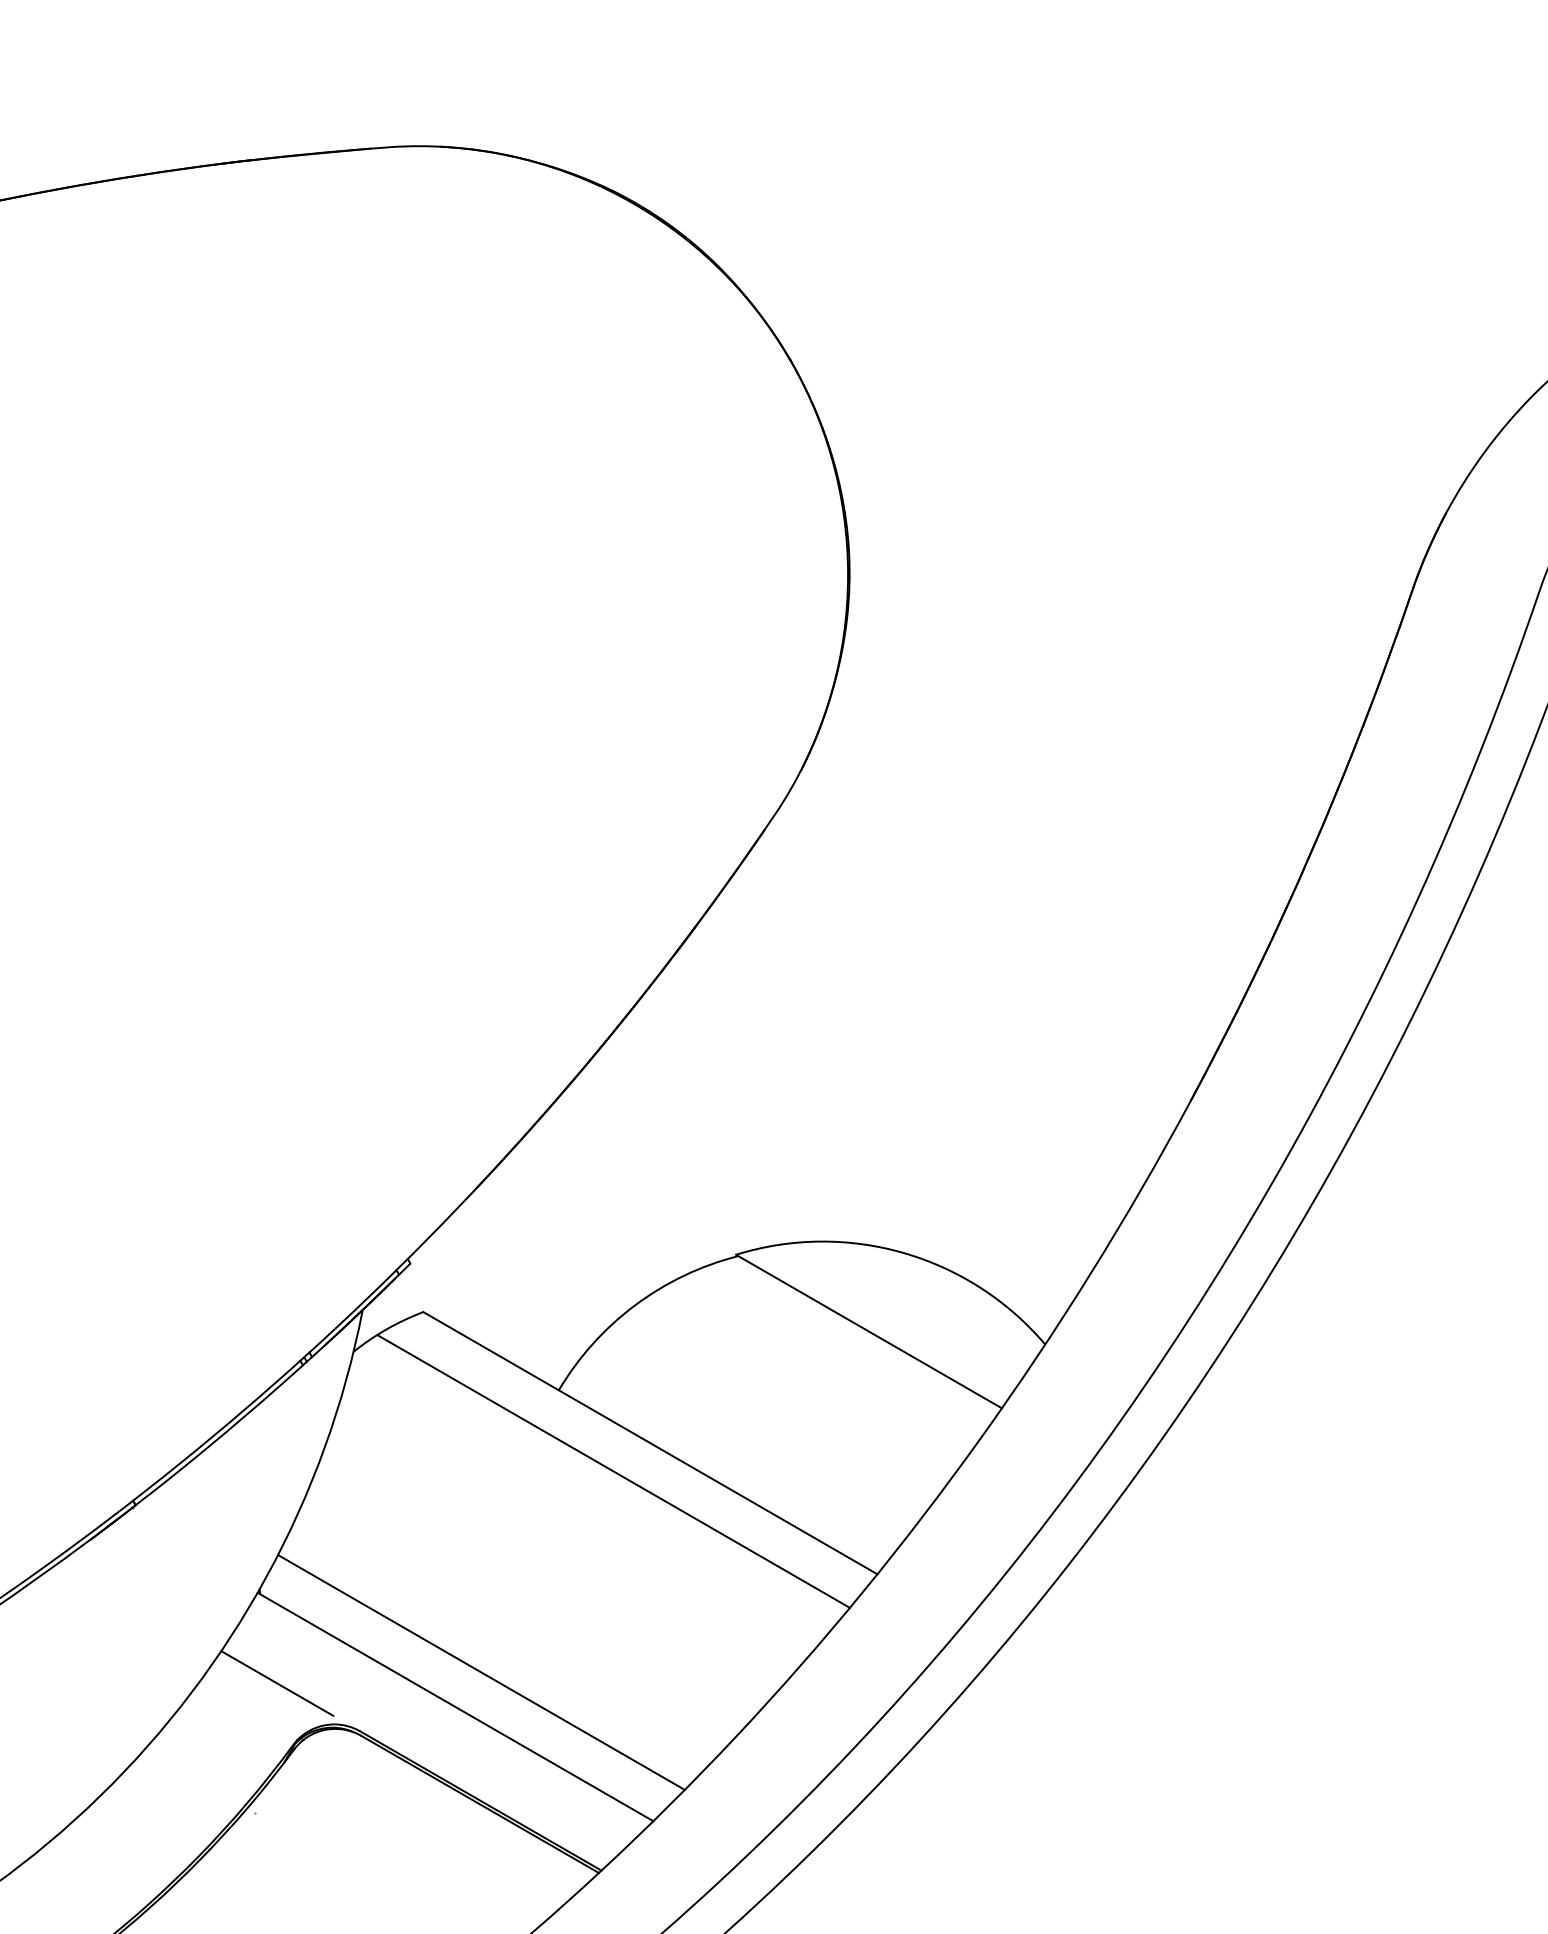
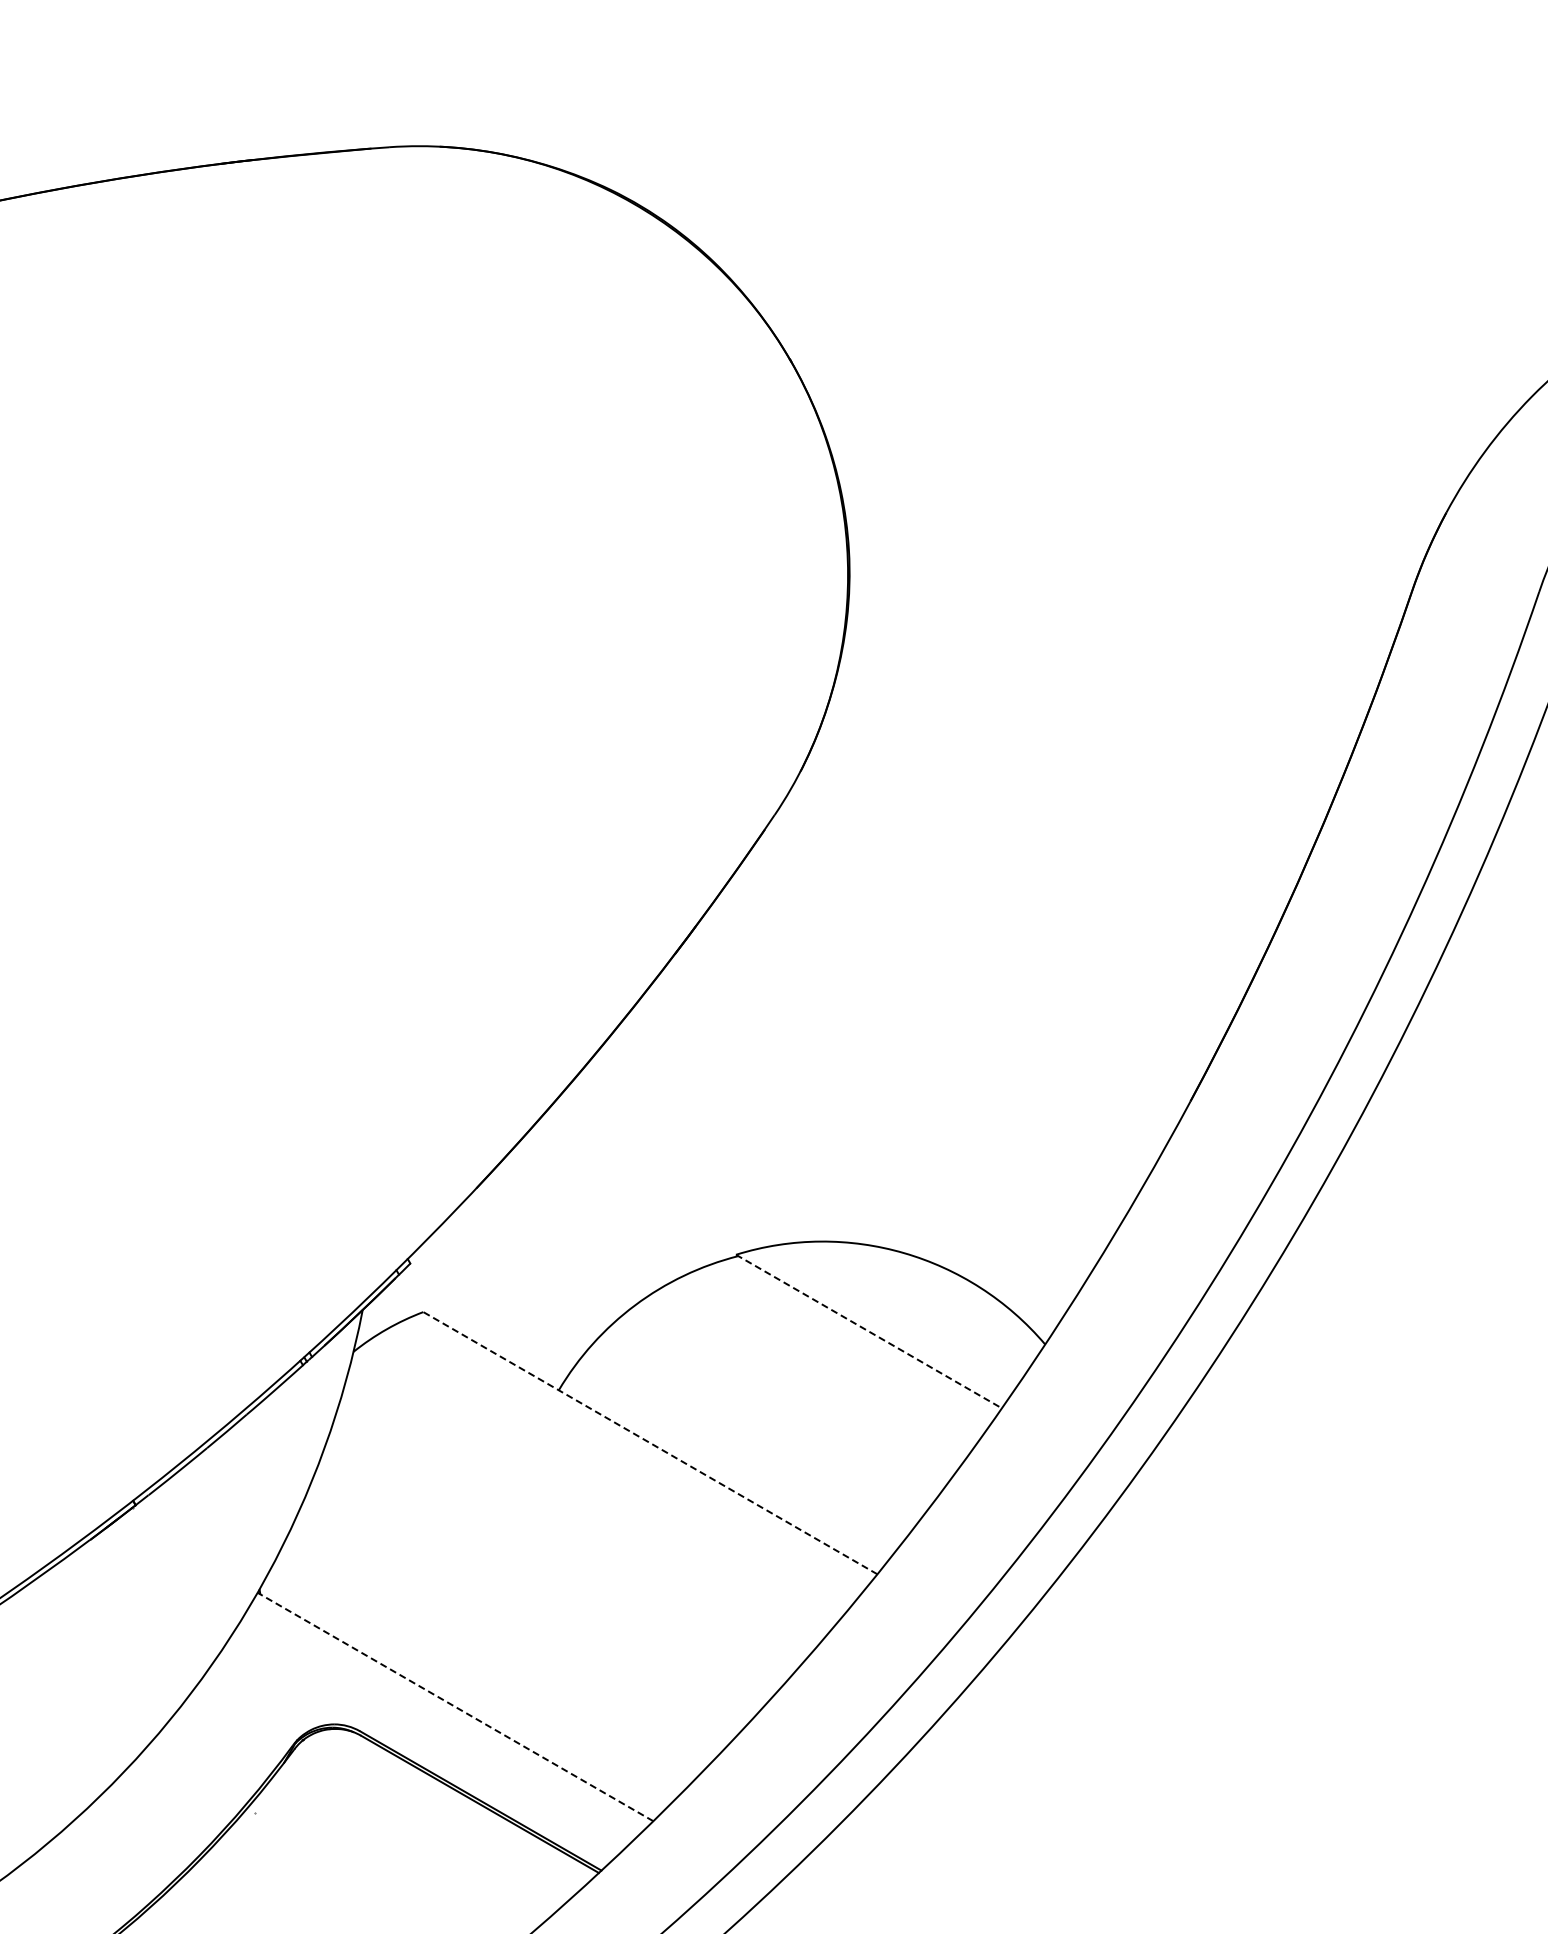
line at (869, 1331): solid -> dashed
line at (649, 1442): solid -> dashed
line at (613, 1471): present -> none
line at (481, 1672): present -> none
line at (277, 1683): present -> none
line at (455, 1706): solid -> dashed
